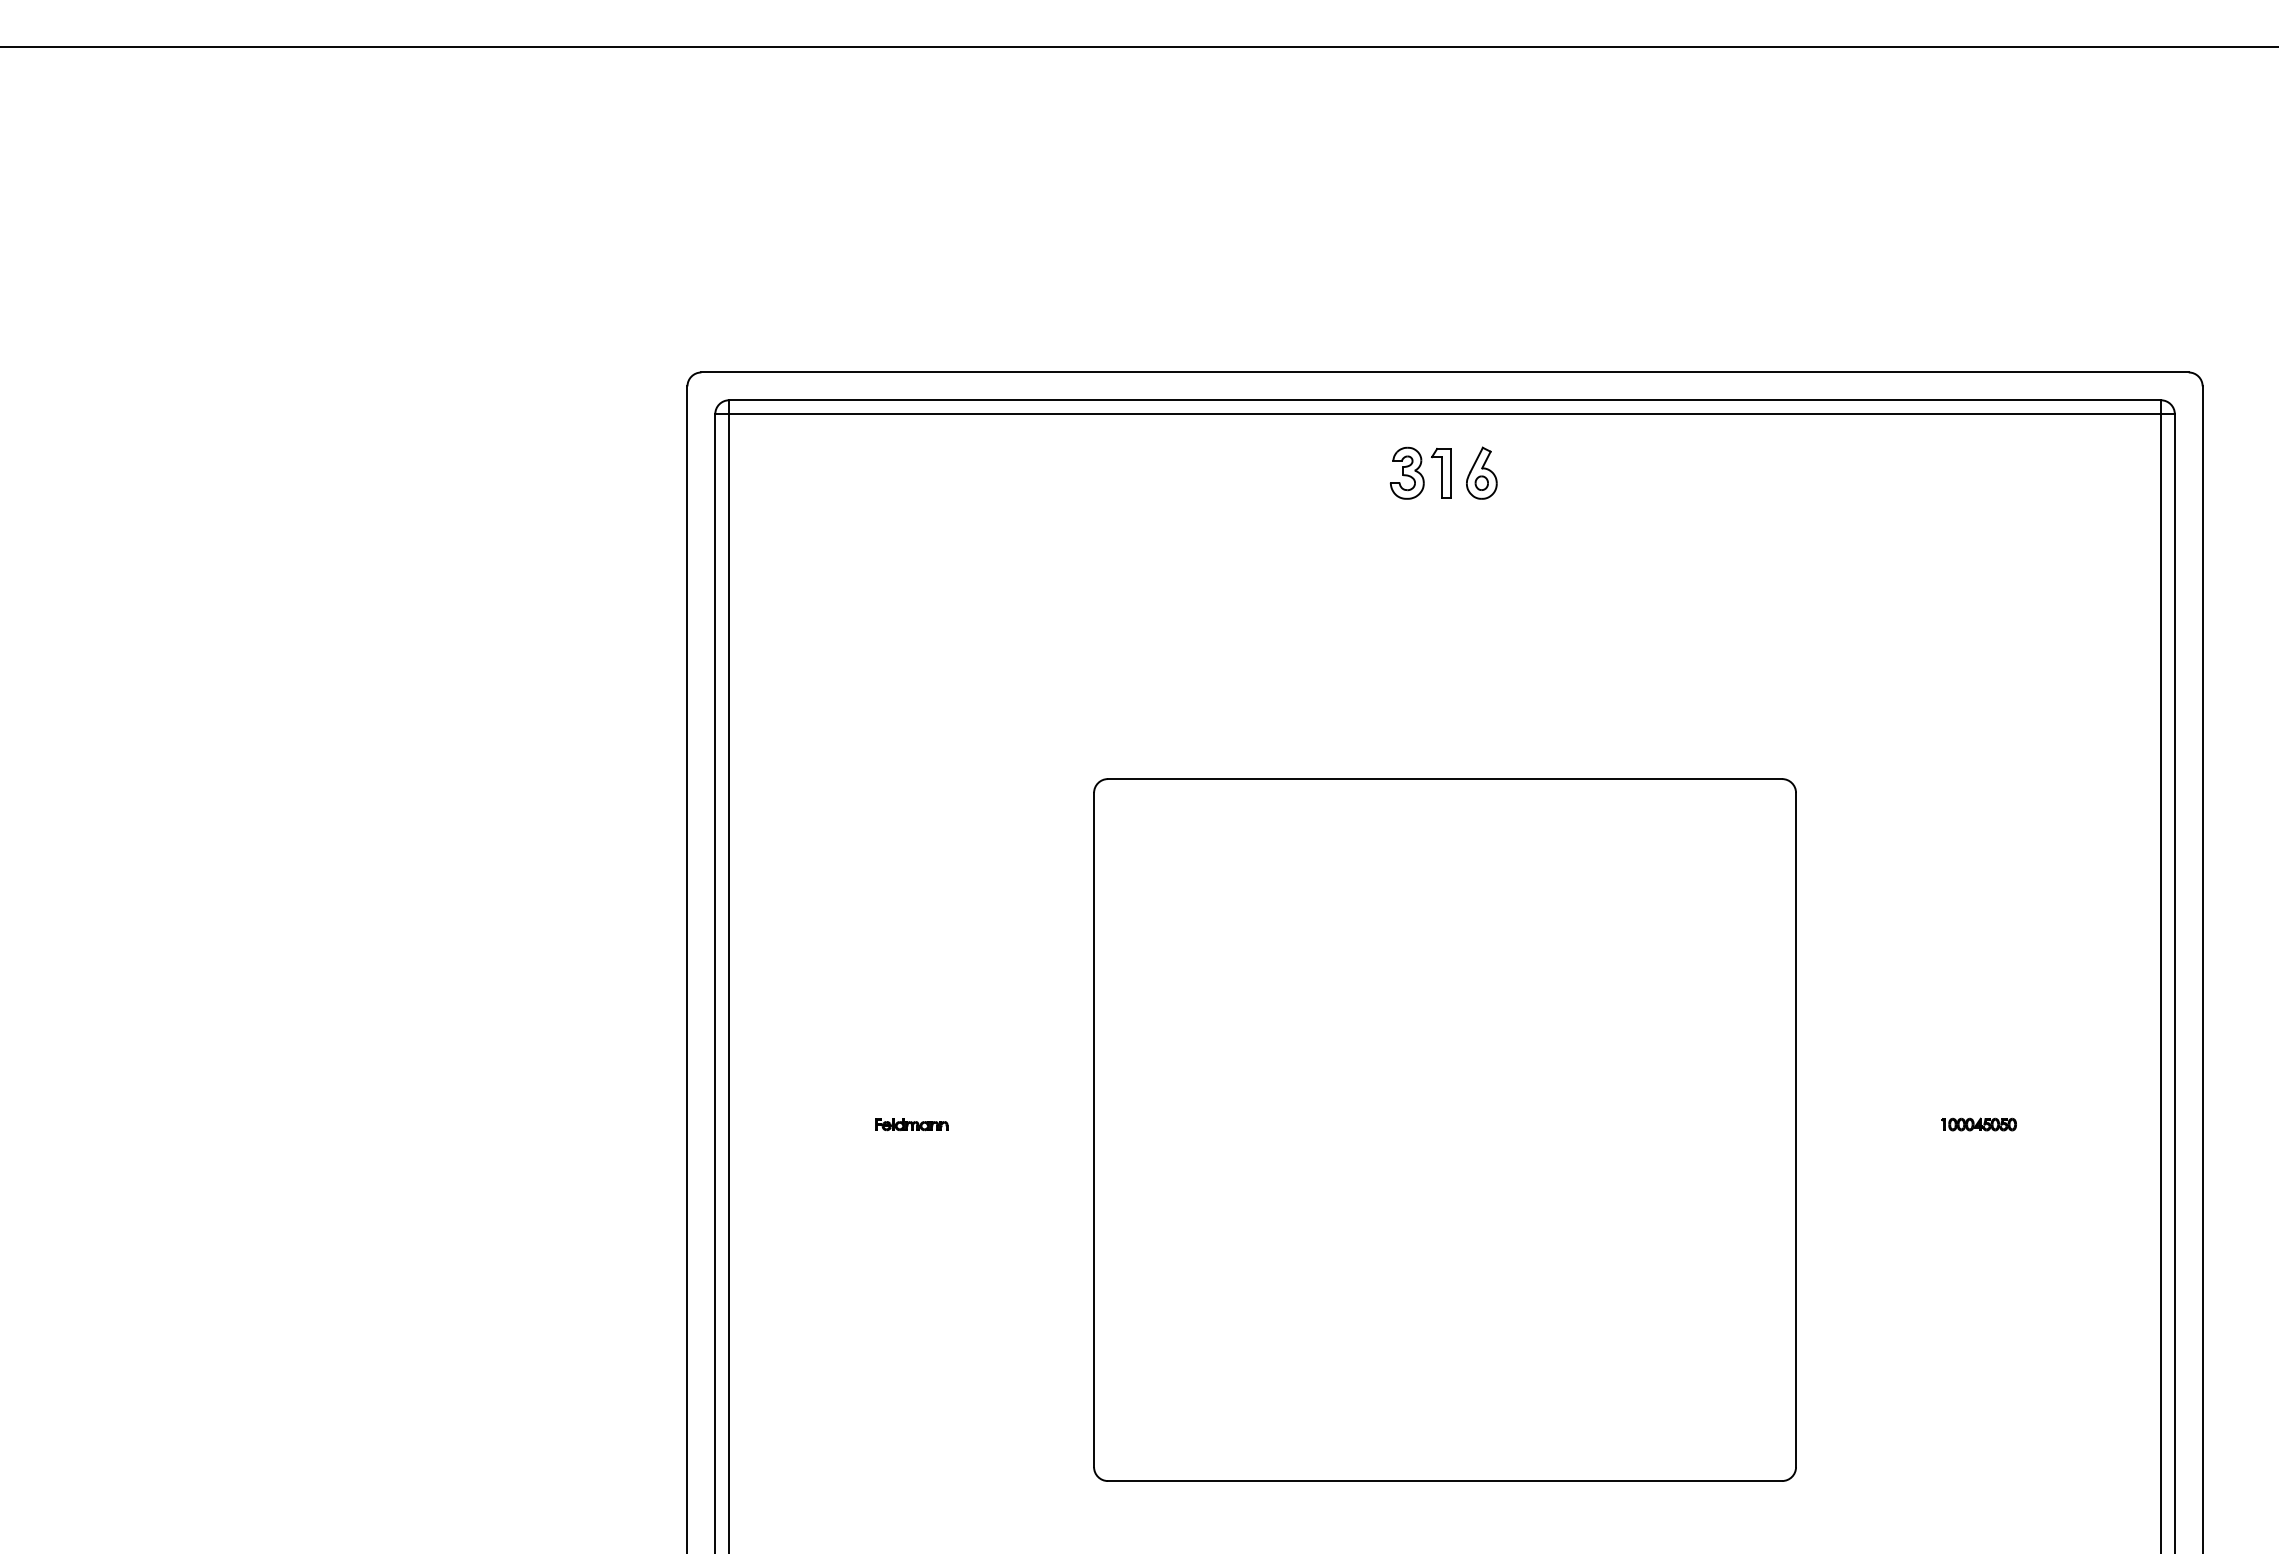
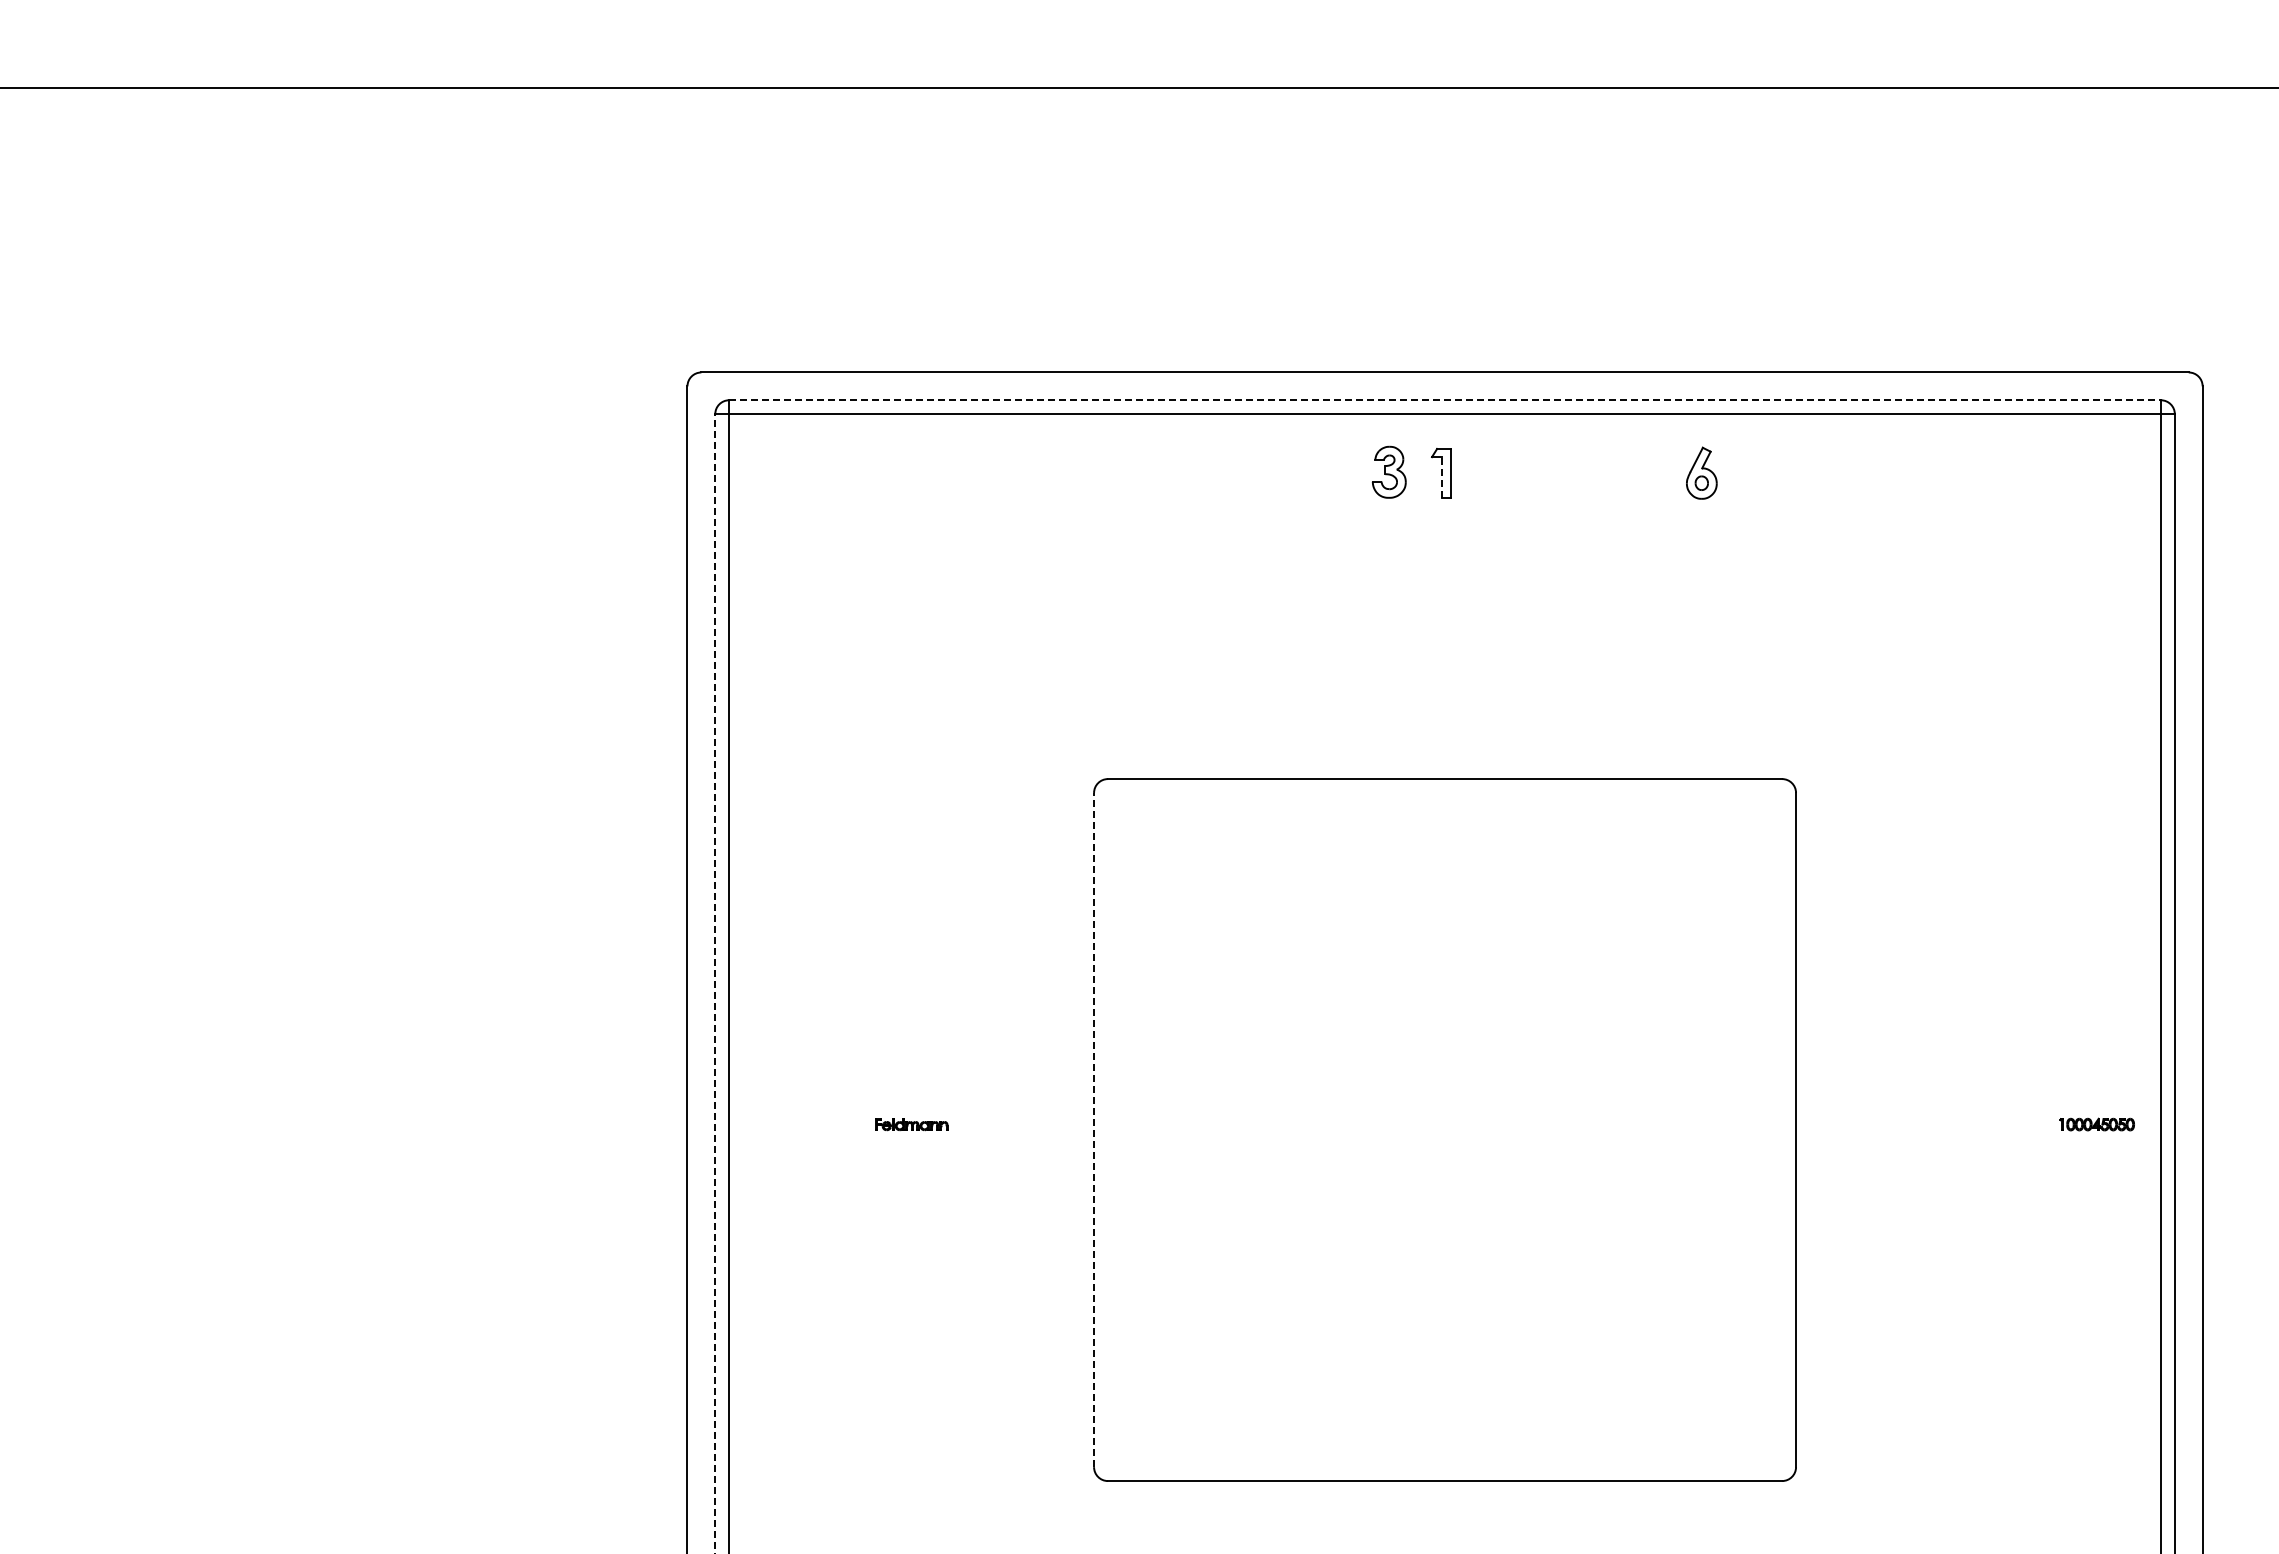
line at (1138, 46) position: (1138, 46) -> (1138, 87)
line at (1445, 400): solid -> dashed
part at (1406, 472) position: (1406, 472) -> (1388, 471)
part at (1481, 472) position: (1481, 472) -> (1701, 472)
line at (1441, 476): solid -> dashed
line at (715, 983): solid -> dashed
part at (1978, 1124) position: (1978, 1124) -> (2096, 1124)
line at (1094, 1129): solid -> dashed
